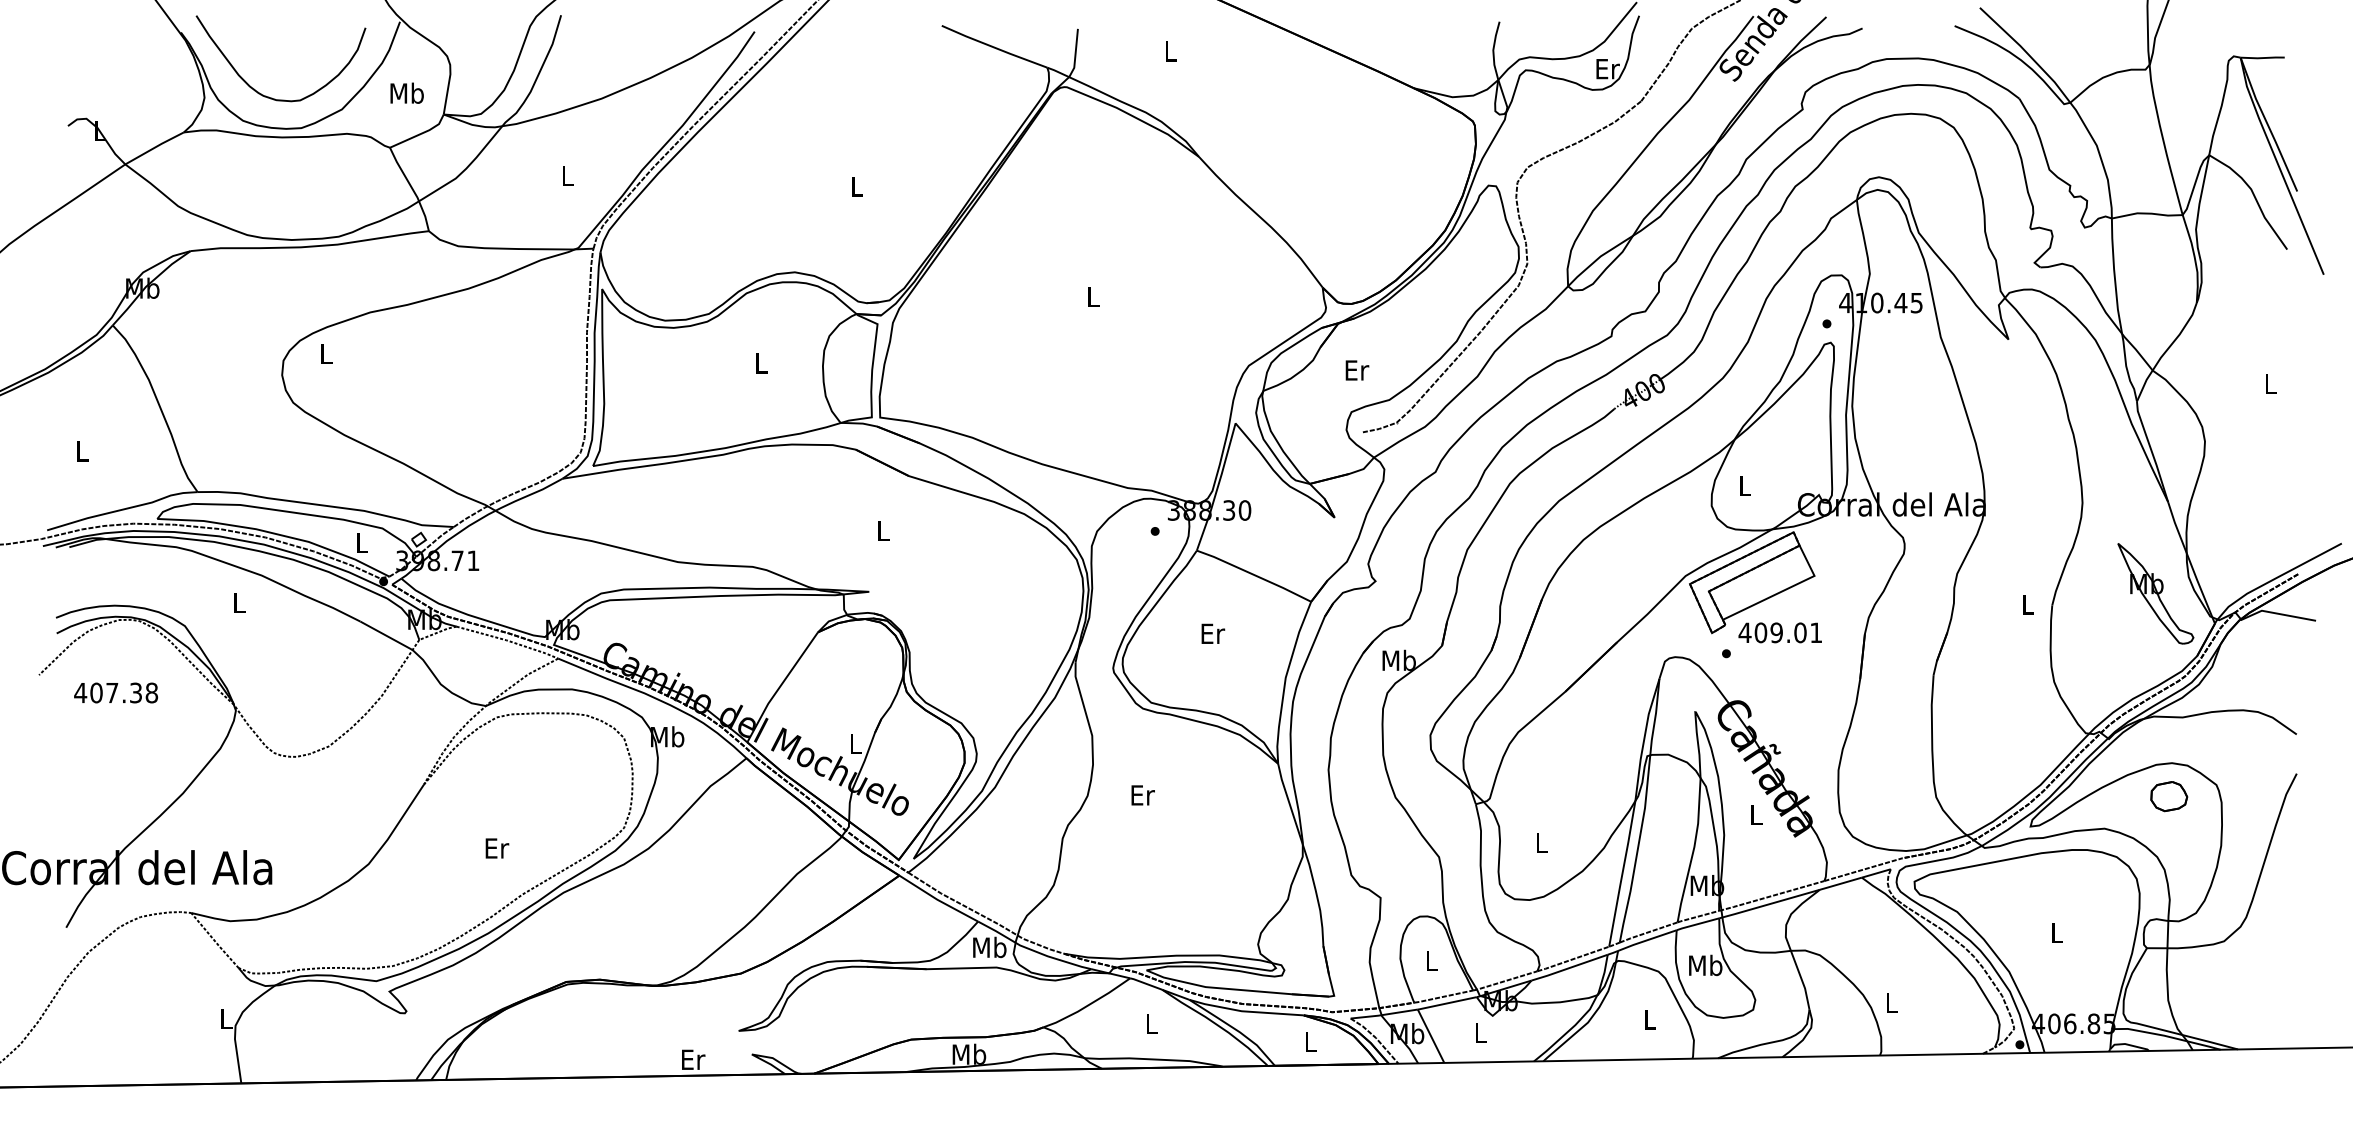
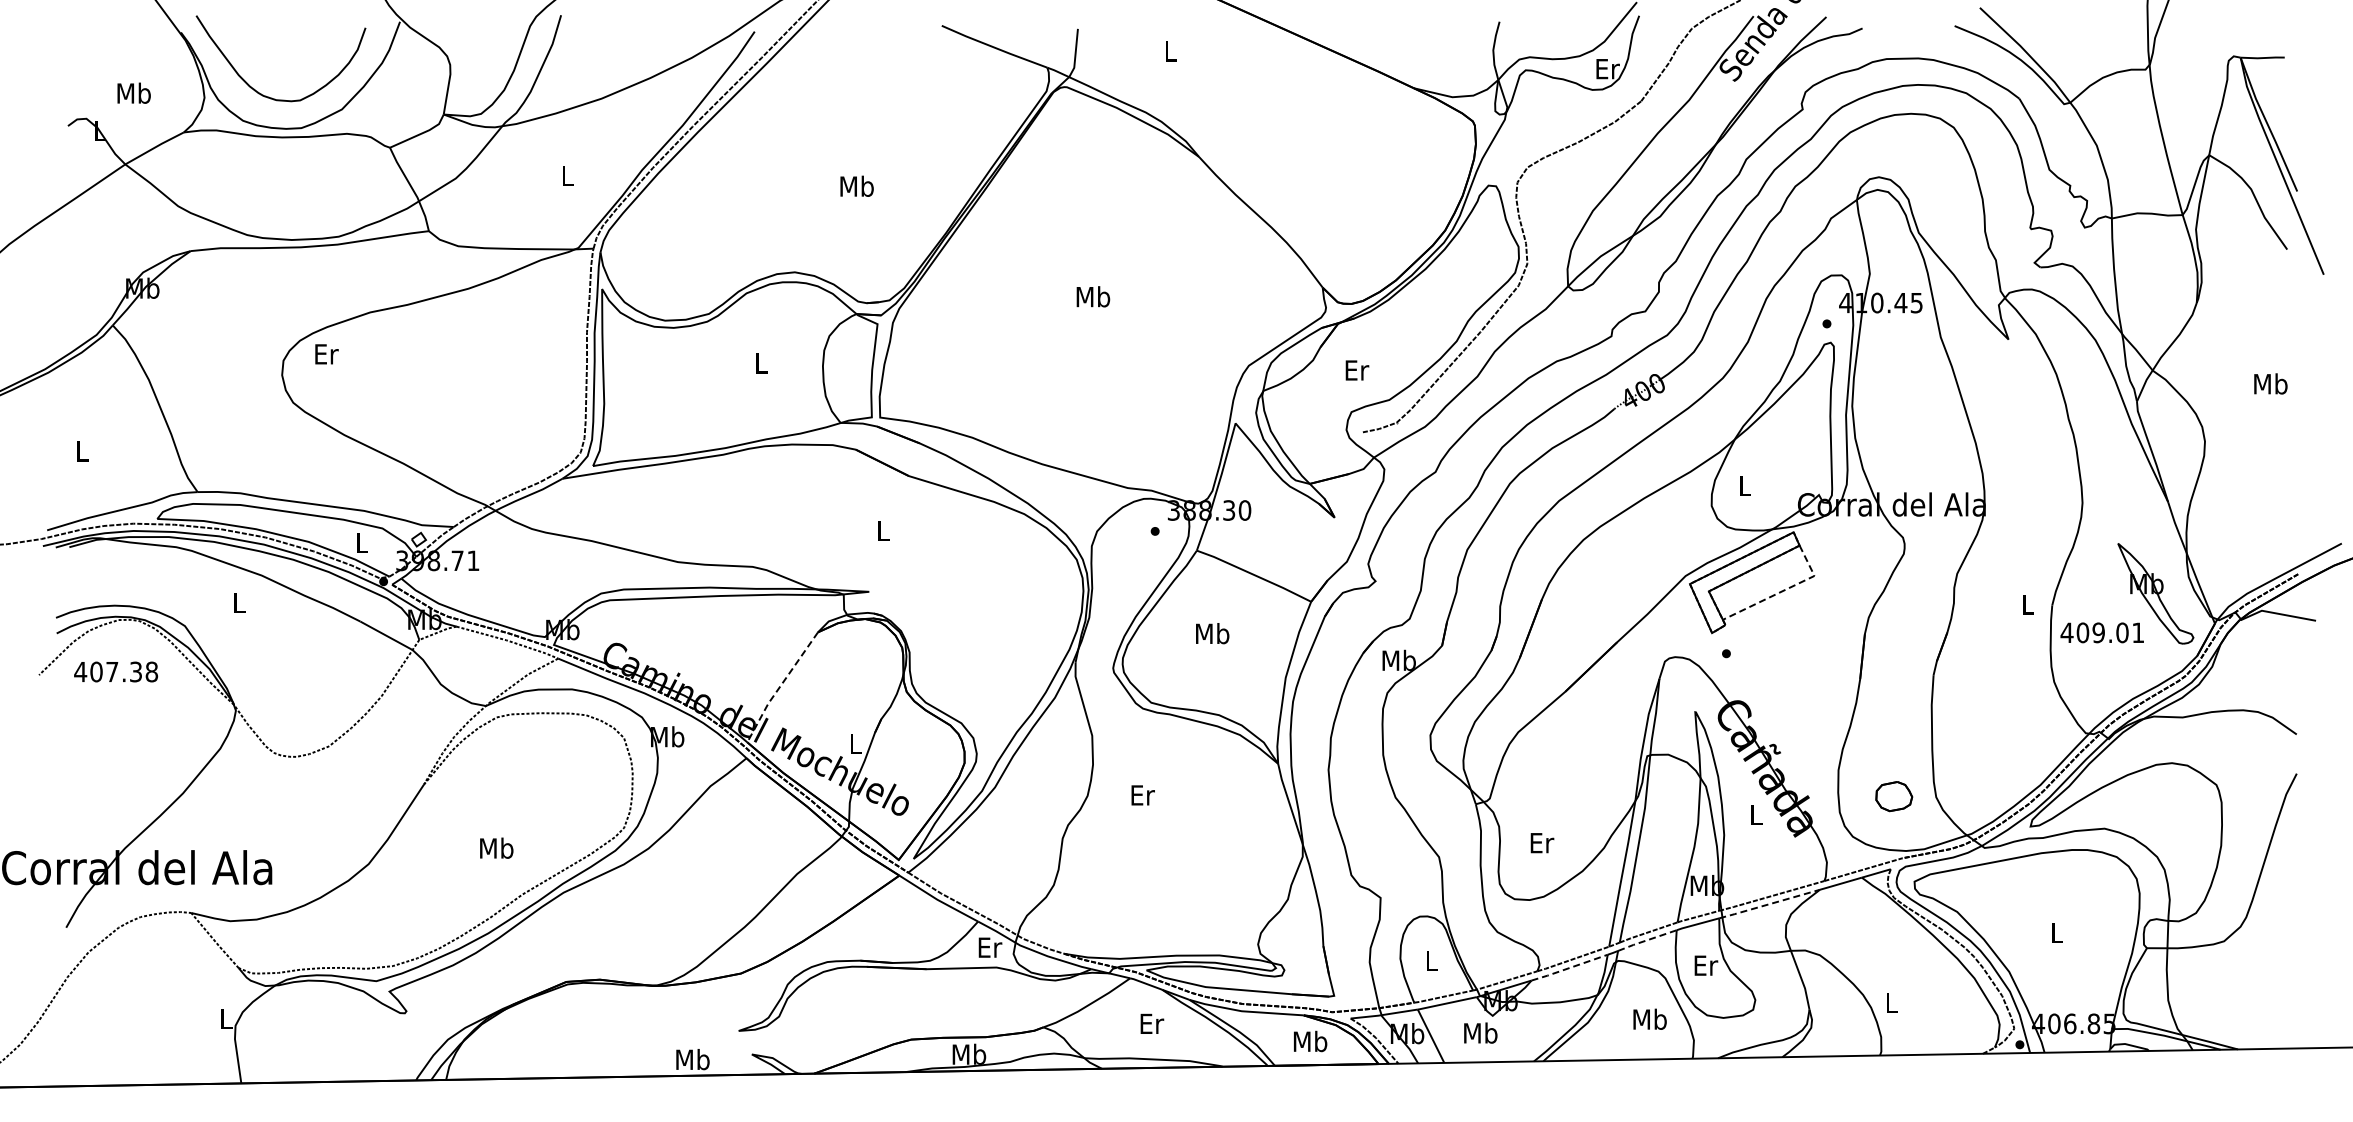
text at (406, 92) position: (406, 92) -> (133, 92)
text at (856, 185): L -> Mb
text at (1093, 296): L -> Mb
text at (326, 354): L -> Er
text at (2270, 383): L -> Mb
line at (1783, 590): solid -> dashed
text at (1779, 632) position: (1779, 632) -> (2101, 632)
text at (1212, 633): Er -> Mb
line at (780, 686): solid -> dashed
text at (116, 692) position: (116, 692) -> (116, 671)
part at (2169, 796) position: (2169, 796) -> (1894, 796)
text at (1542, 843): L -> Er
text at (496, 847): Er -> Mb
line at (1769, 904): solid -> dashed
line at (1646, 940): solid -> dashed
text at (989, 947): Mb -> Er
text at (1705, 965): Mb -> Er
line at (1569, 968): solid -> dashed
text at (1649, 1018): L -> Mb
text at (1152, 1023): L -> Er
text at (1480, 1032): L -> Mb
text at (1310, 1041): L -> Mb
text at (692, 1059): Er -> Mb
